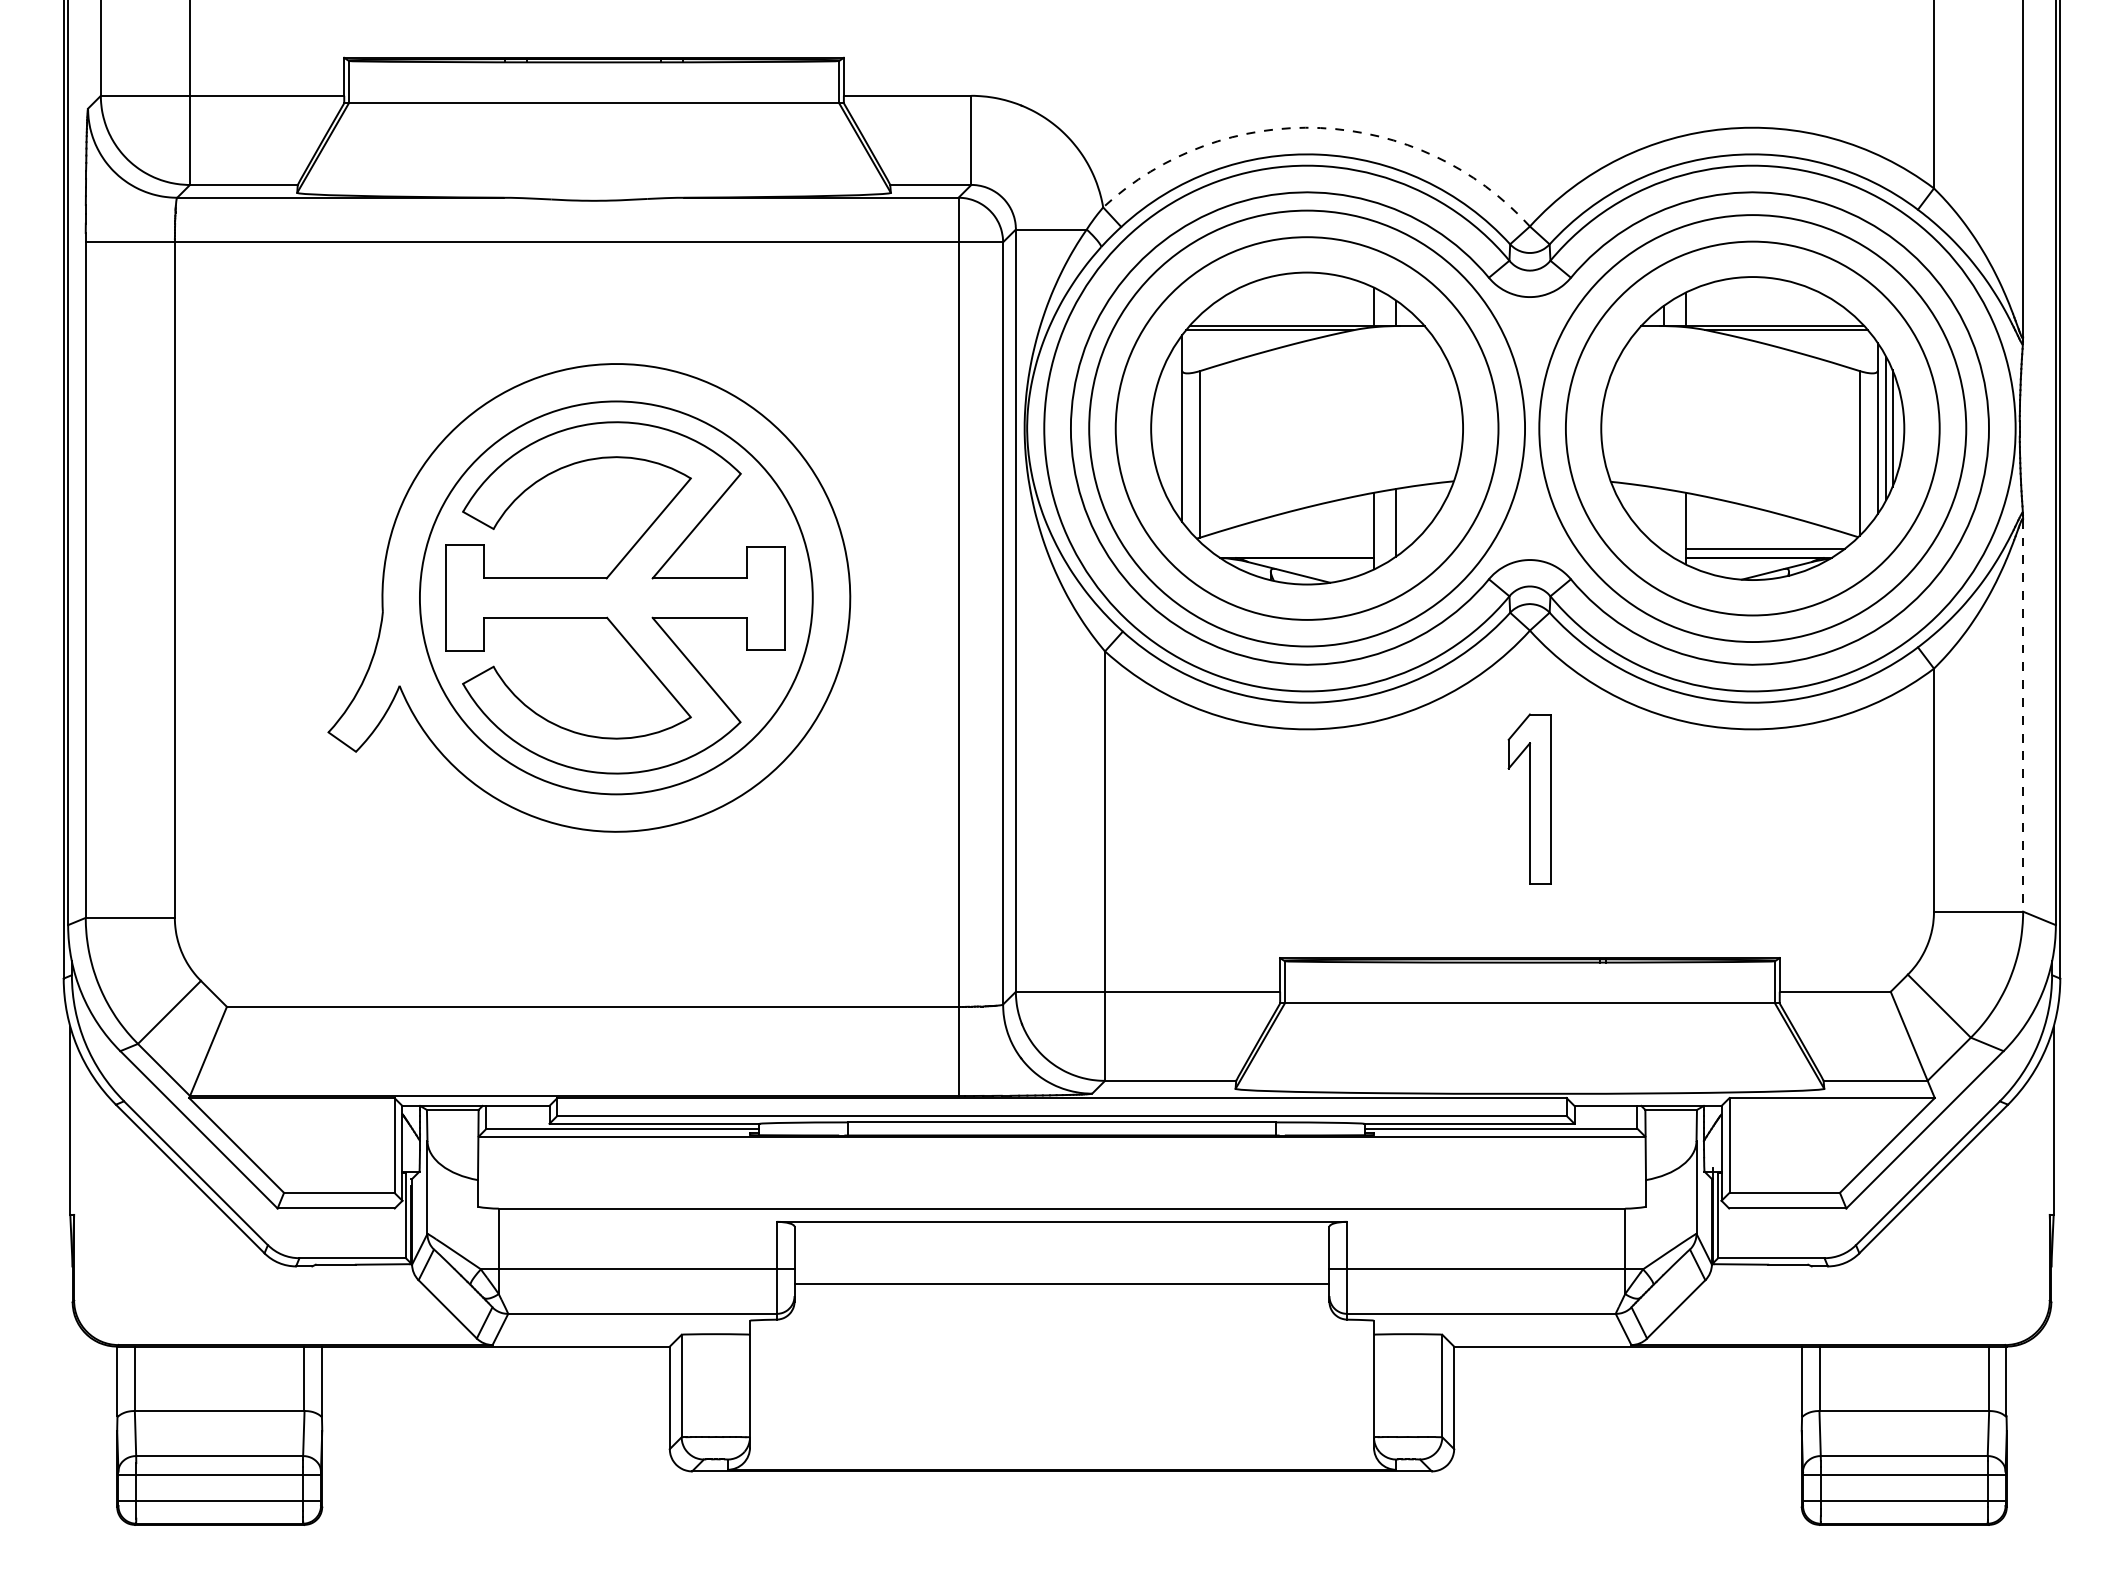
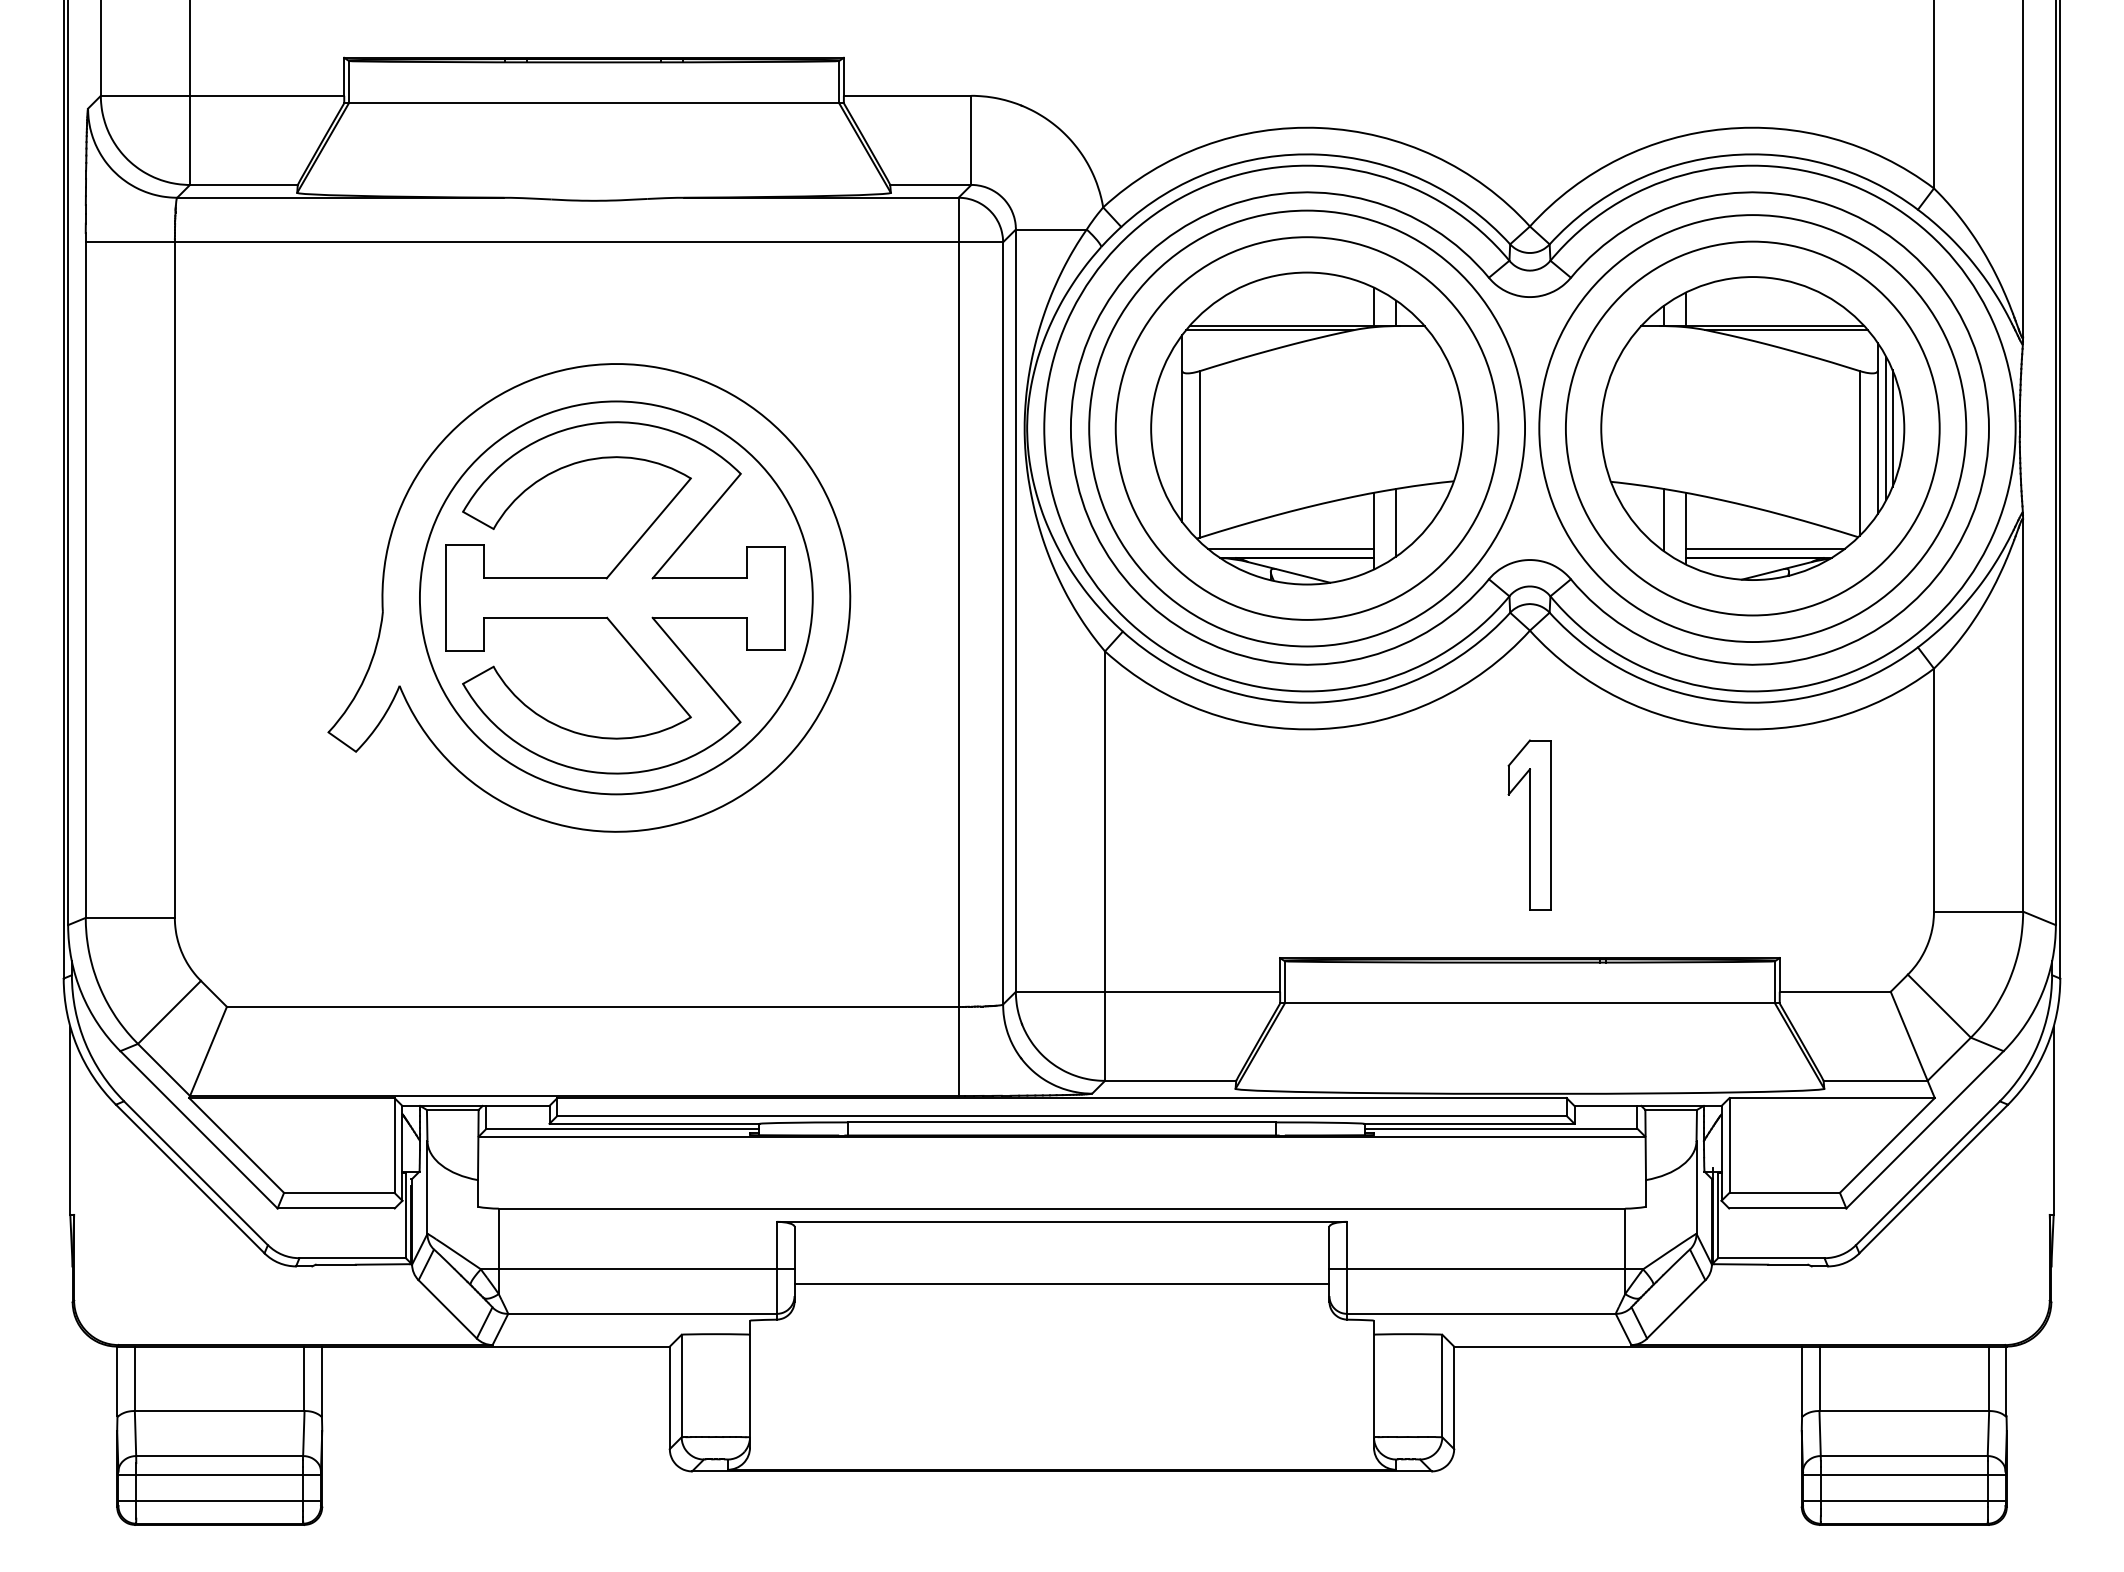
arc at (1320, 128): dashed -> solid
line at (1663, 519): none -> present
line at (1290, 548): none -> present
line at (2023, 715): dashed -> solid
part at (1529, 798) position: (1529, 798) -> (1529, 824)
